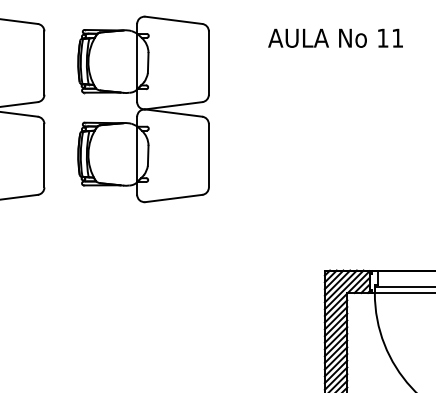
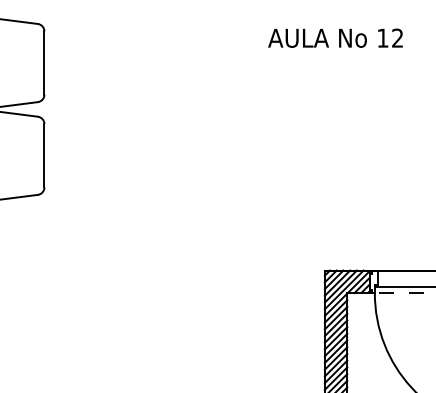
text at (397, 37): 11 -> 12
part at (143, 109): present -> none
line at (404, 292): solid -> dashed
